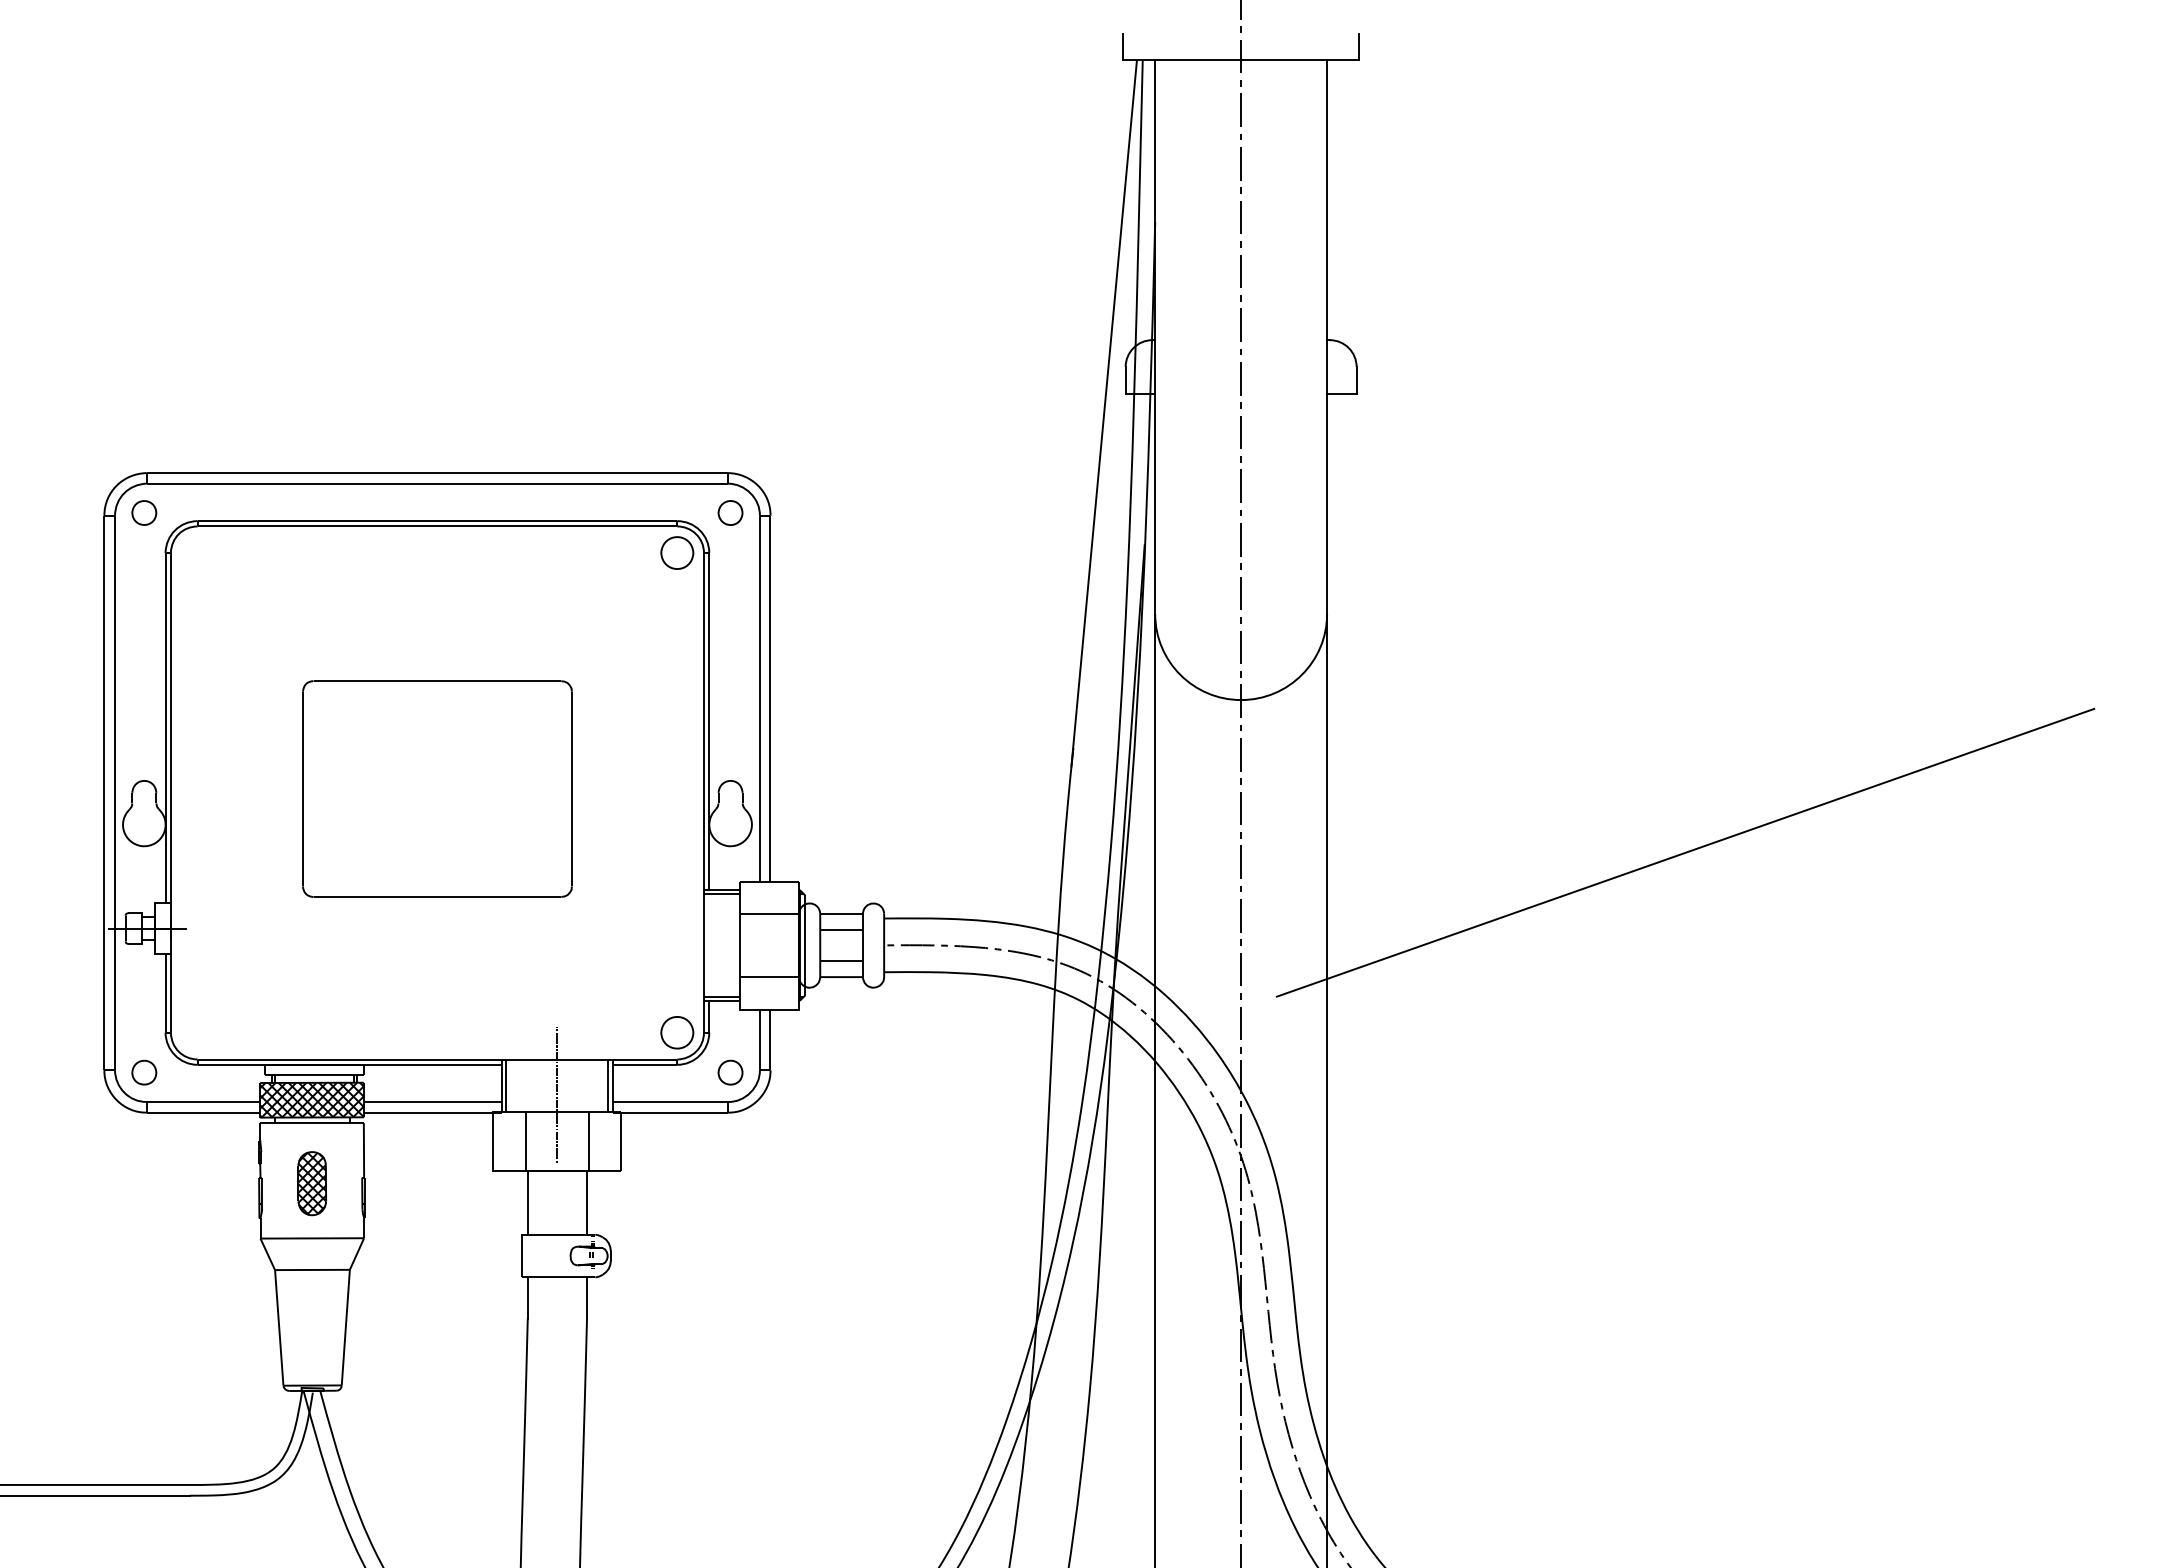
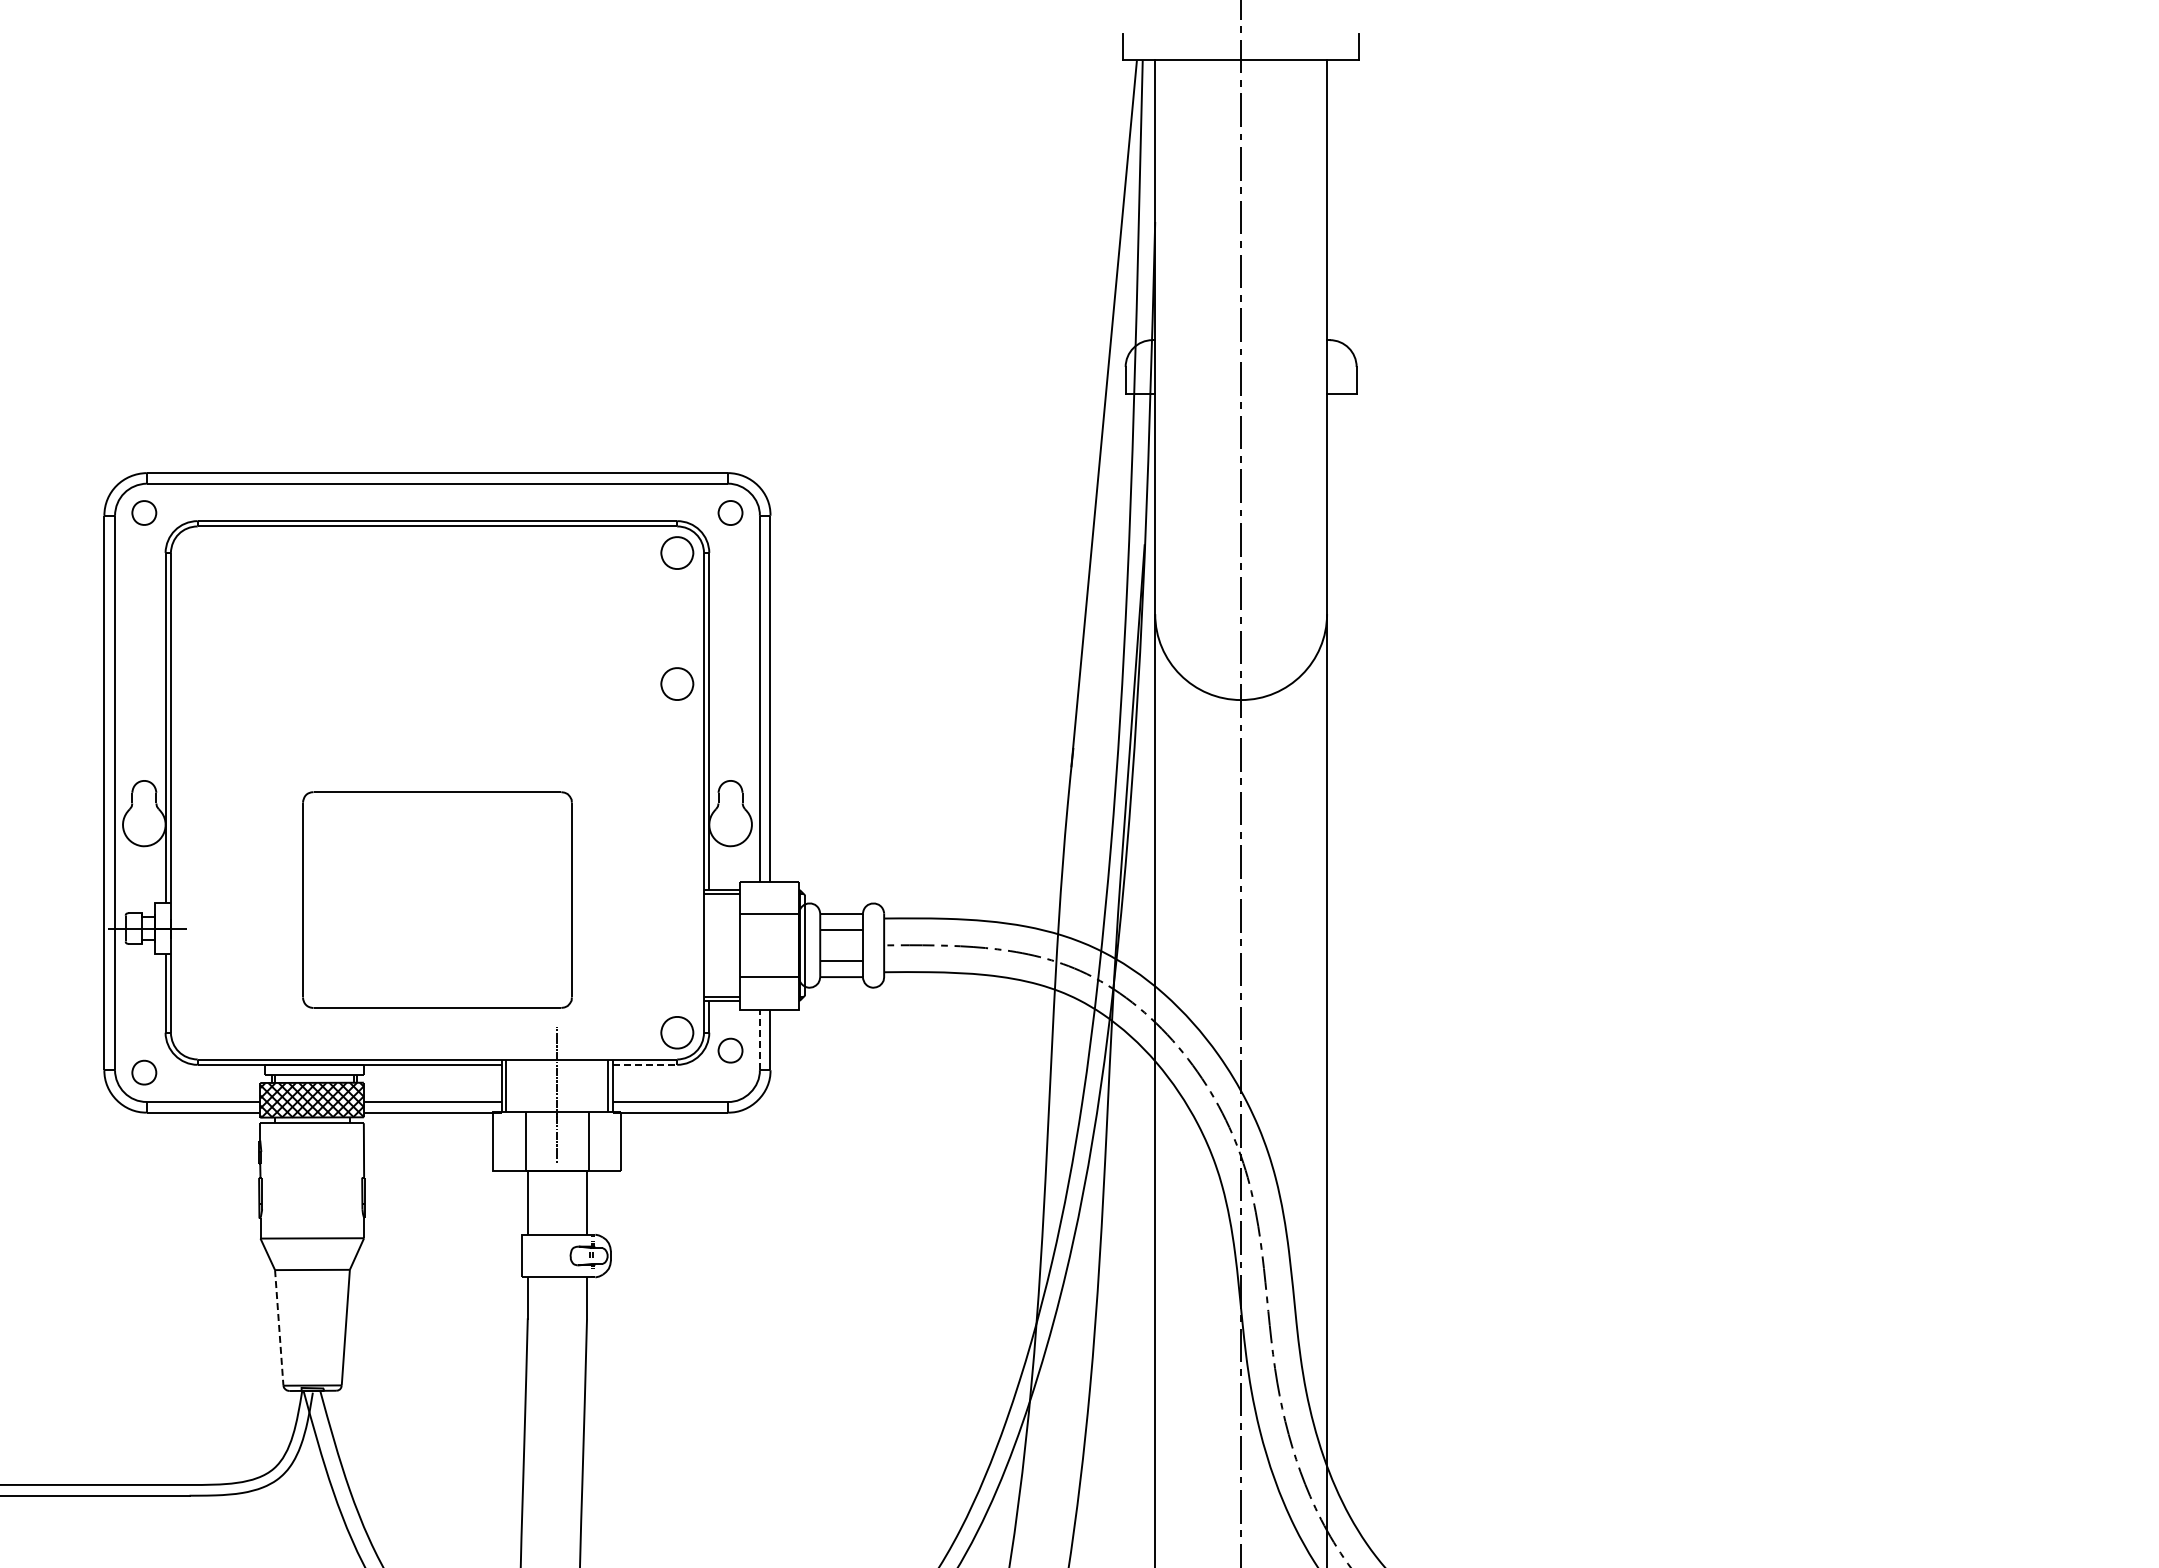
part at (677, 683): none -> present
part at (437, 788) position: (437, 788) -> (437, 899)
line at (1685, 852): present -> none
line at (759, 1039): solid -> dashed
line at (645, 1064): solid -> dashed
part at (730, 1072) position: (730, 1072) -> (730, 1050)
part at (311, 1183): present -> none
line at (279, 1327): solid -> dashed
